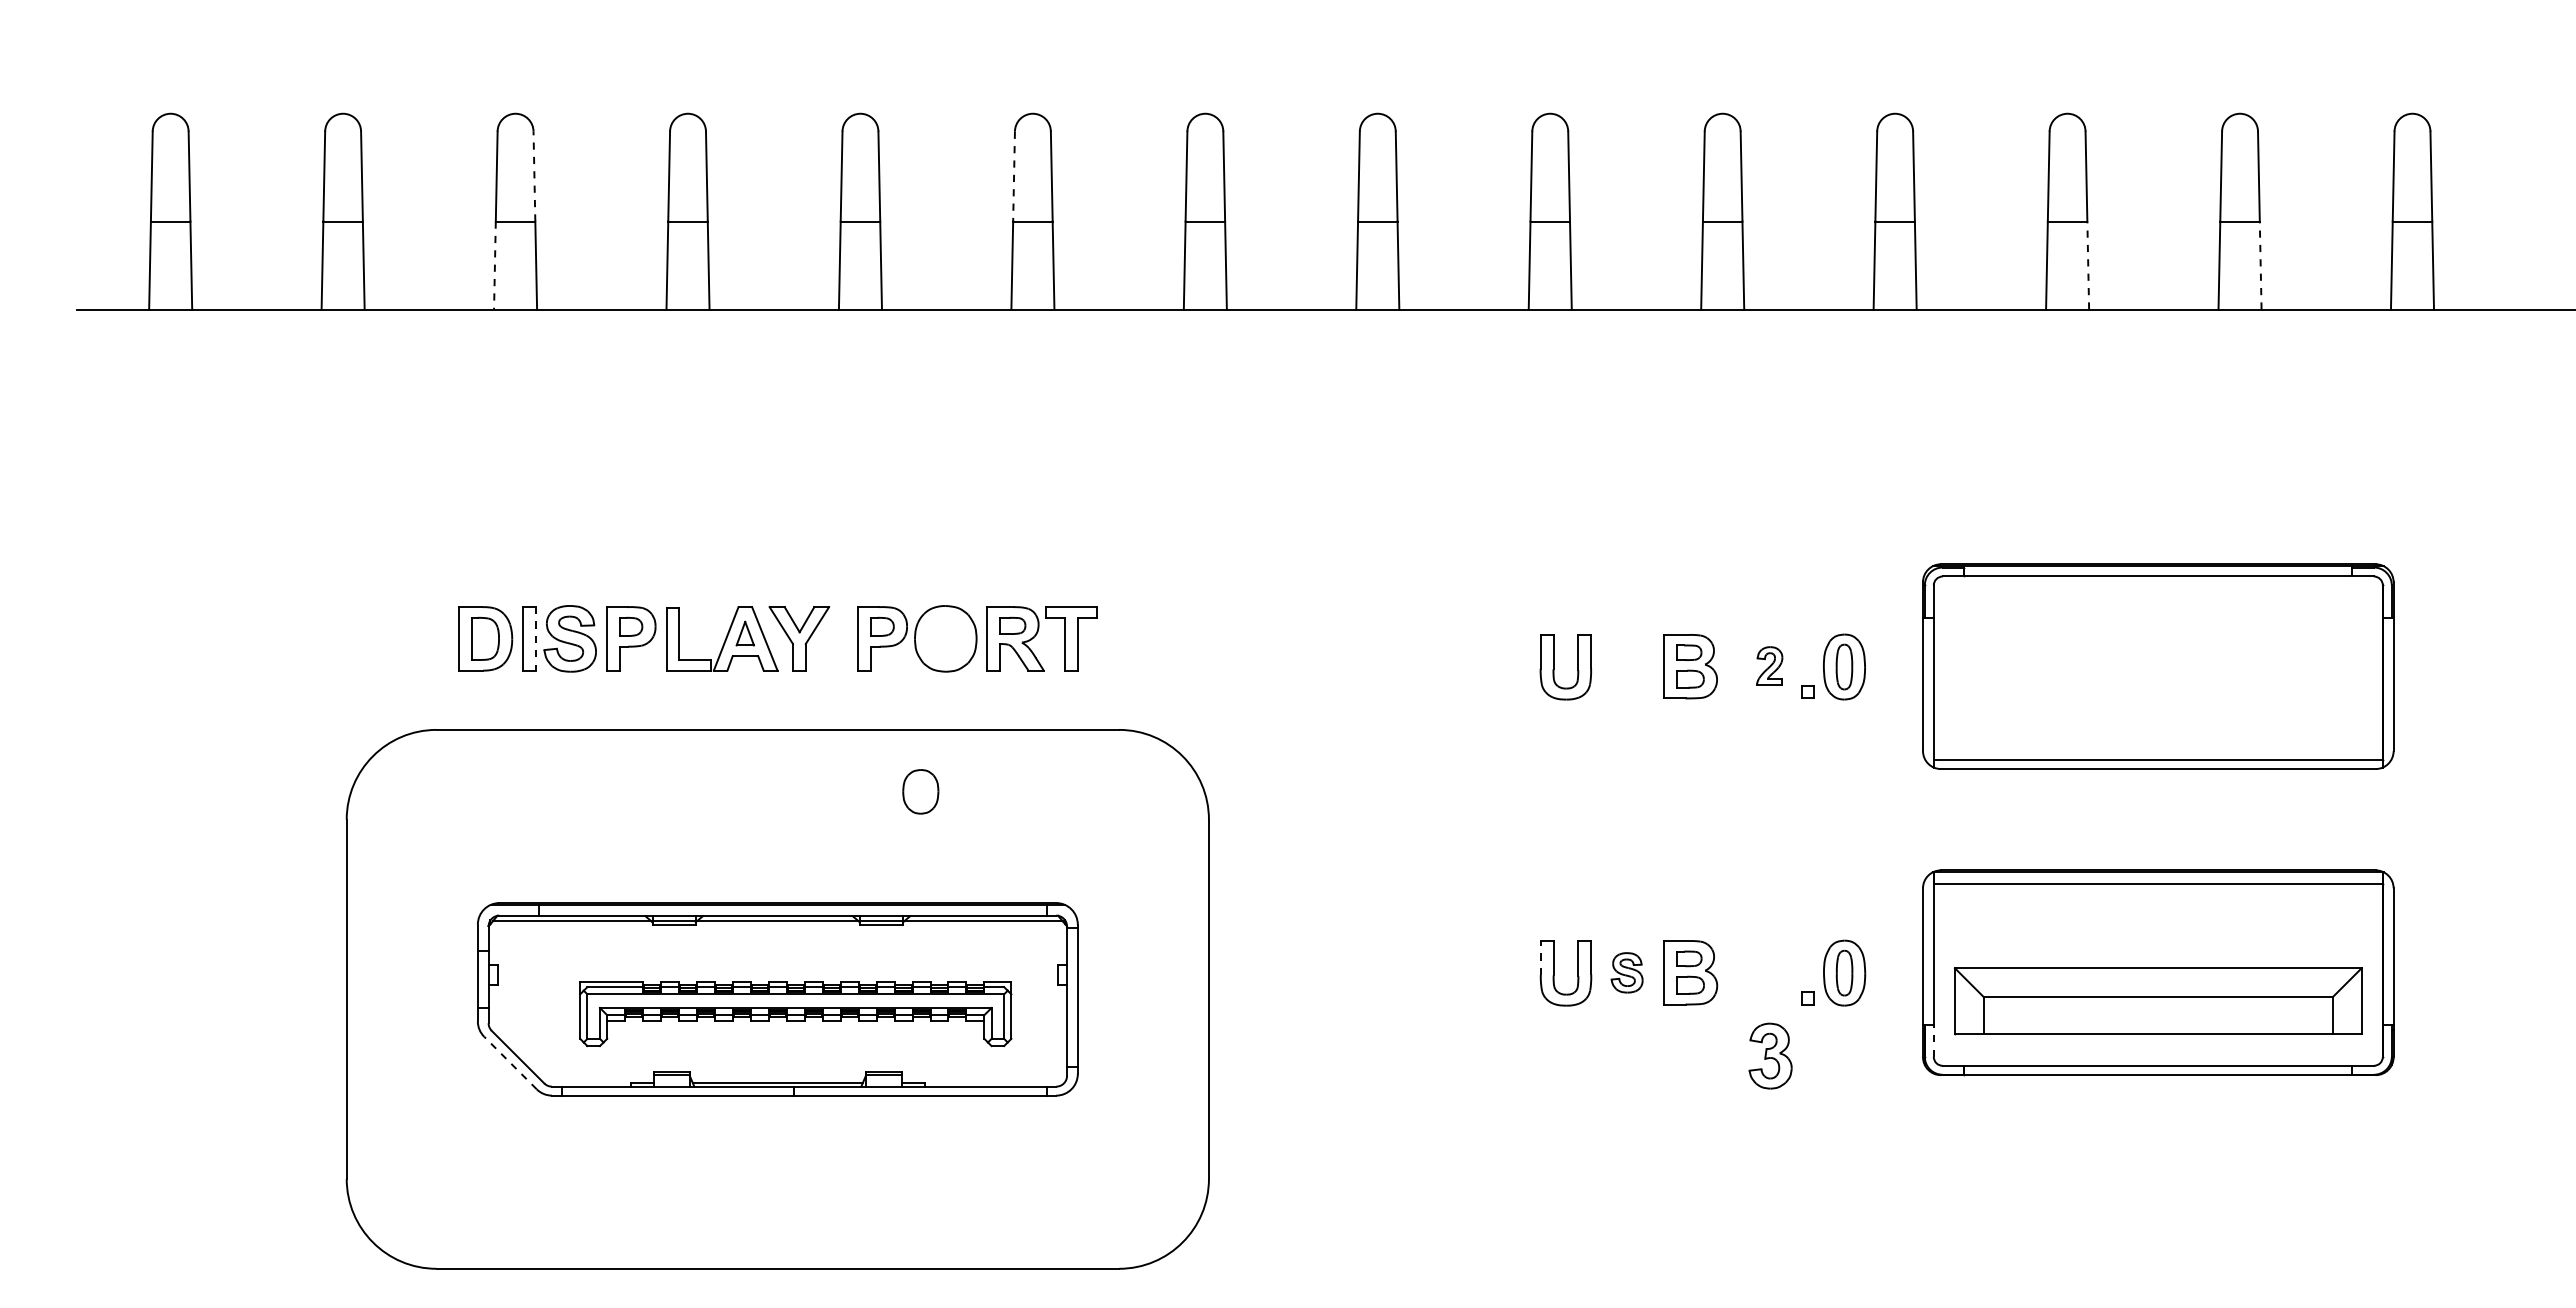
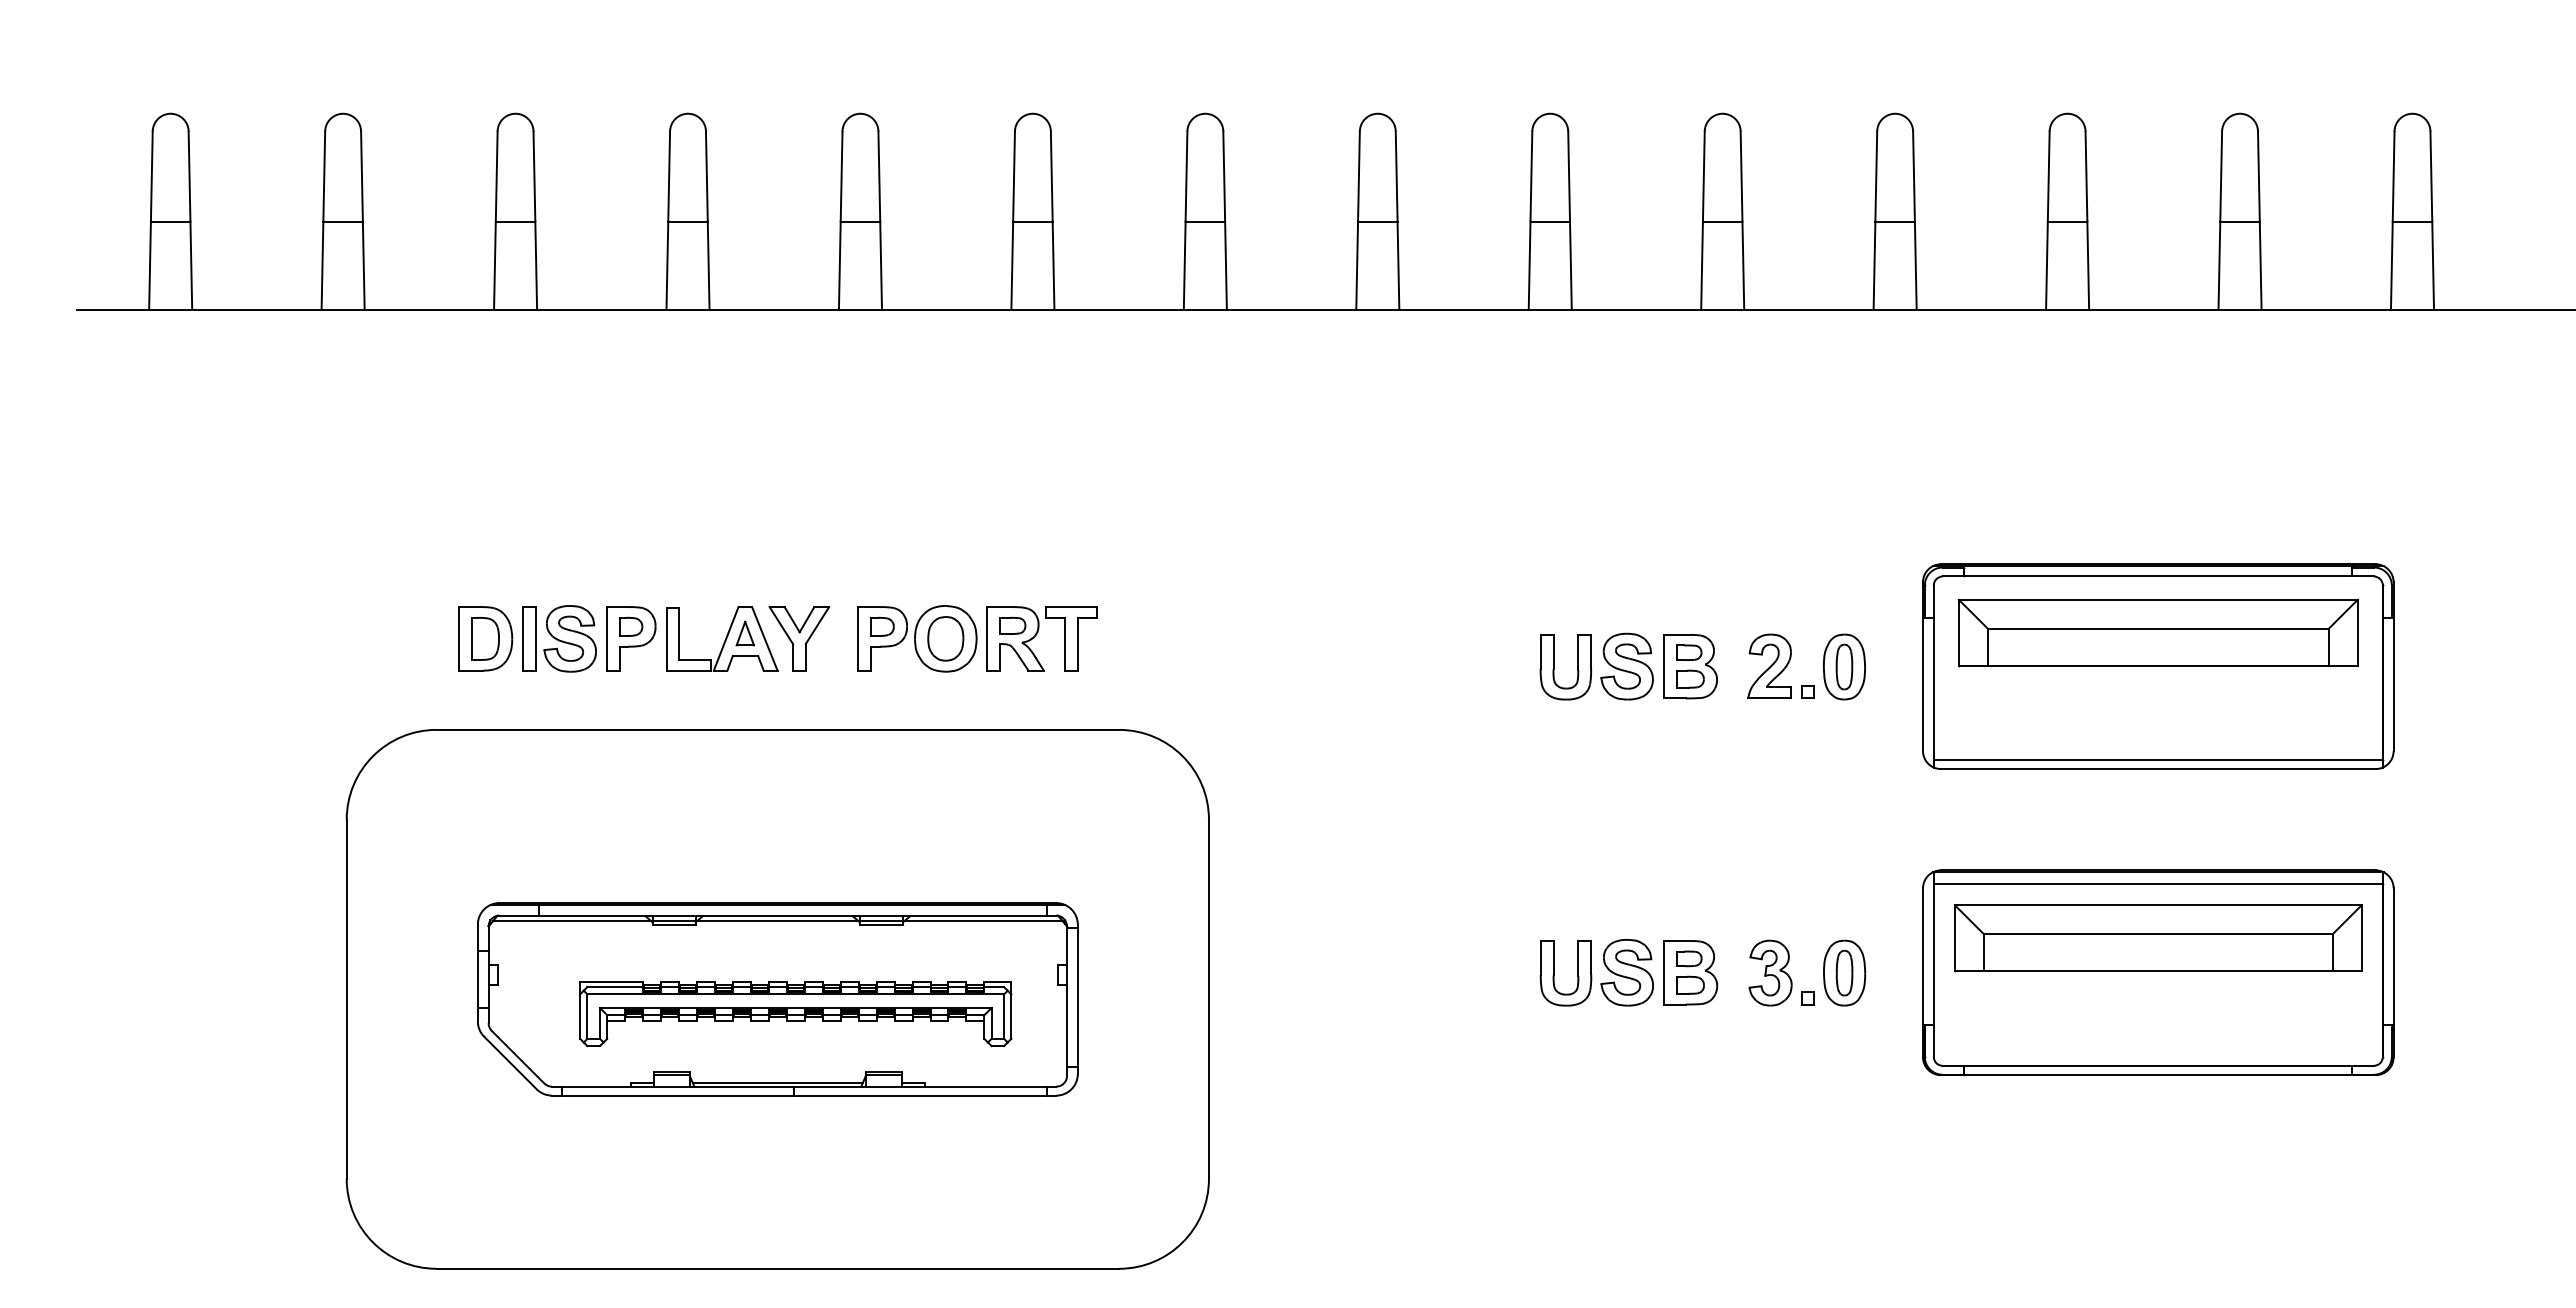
line at (534, 176): dashed -> solid
line at (1014, 176): dashed -> solid
line at (2088, 265): dashed -> solid
line at (2260, 265): dashed -> solid
line at (494, 266): dashed -> solid
part at (2157, 632): none -> present
line at (535, 638): dashed -> solid
part at (1769, 665) size: 28x40 px -> 45x66 px
part at (1626, 666): none -> present
part at (920, 791) position: (920, 791) -> (945, 638)
line at (1540, 957): dashed -> solid
part at (1626, 972) size: 34x42 px -> 54x68 px
part at (2157, 1001) position: (2157, 1001) -> (2157, 938)
line at (1933, 1040): dashed -> solid
part at (1770, 1055) position: (1770, 1055) -> (1770, 972)
line at (510, 1062): dashed -> solid
